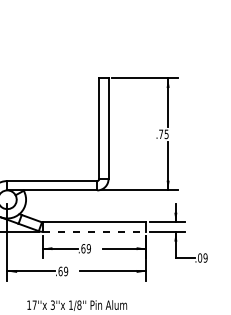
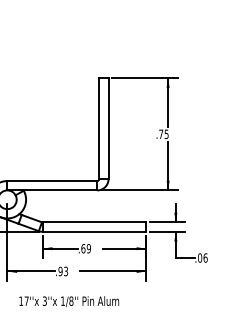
line at (94, 231): dashed -> solid
text at (205, 257): .09 -> .06
text at (63, 271): .69 -> .93
text at (77, 305) position: (77, 305) -> (69, 301)
